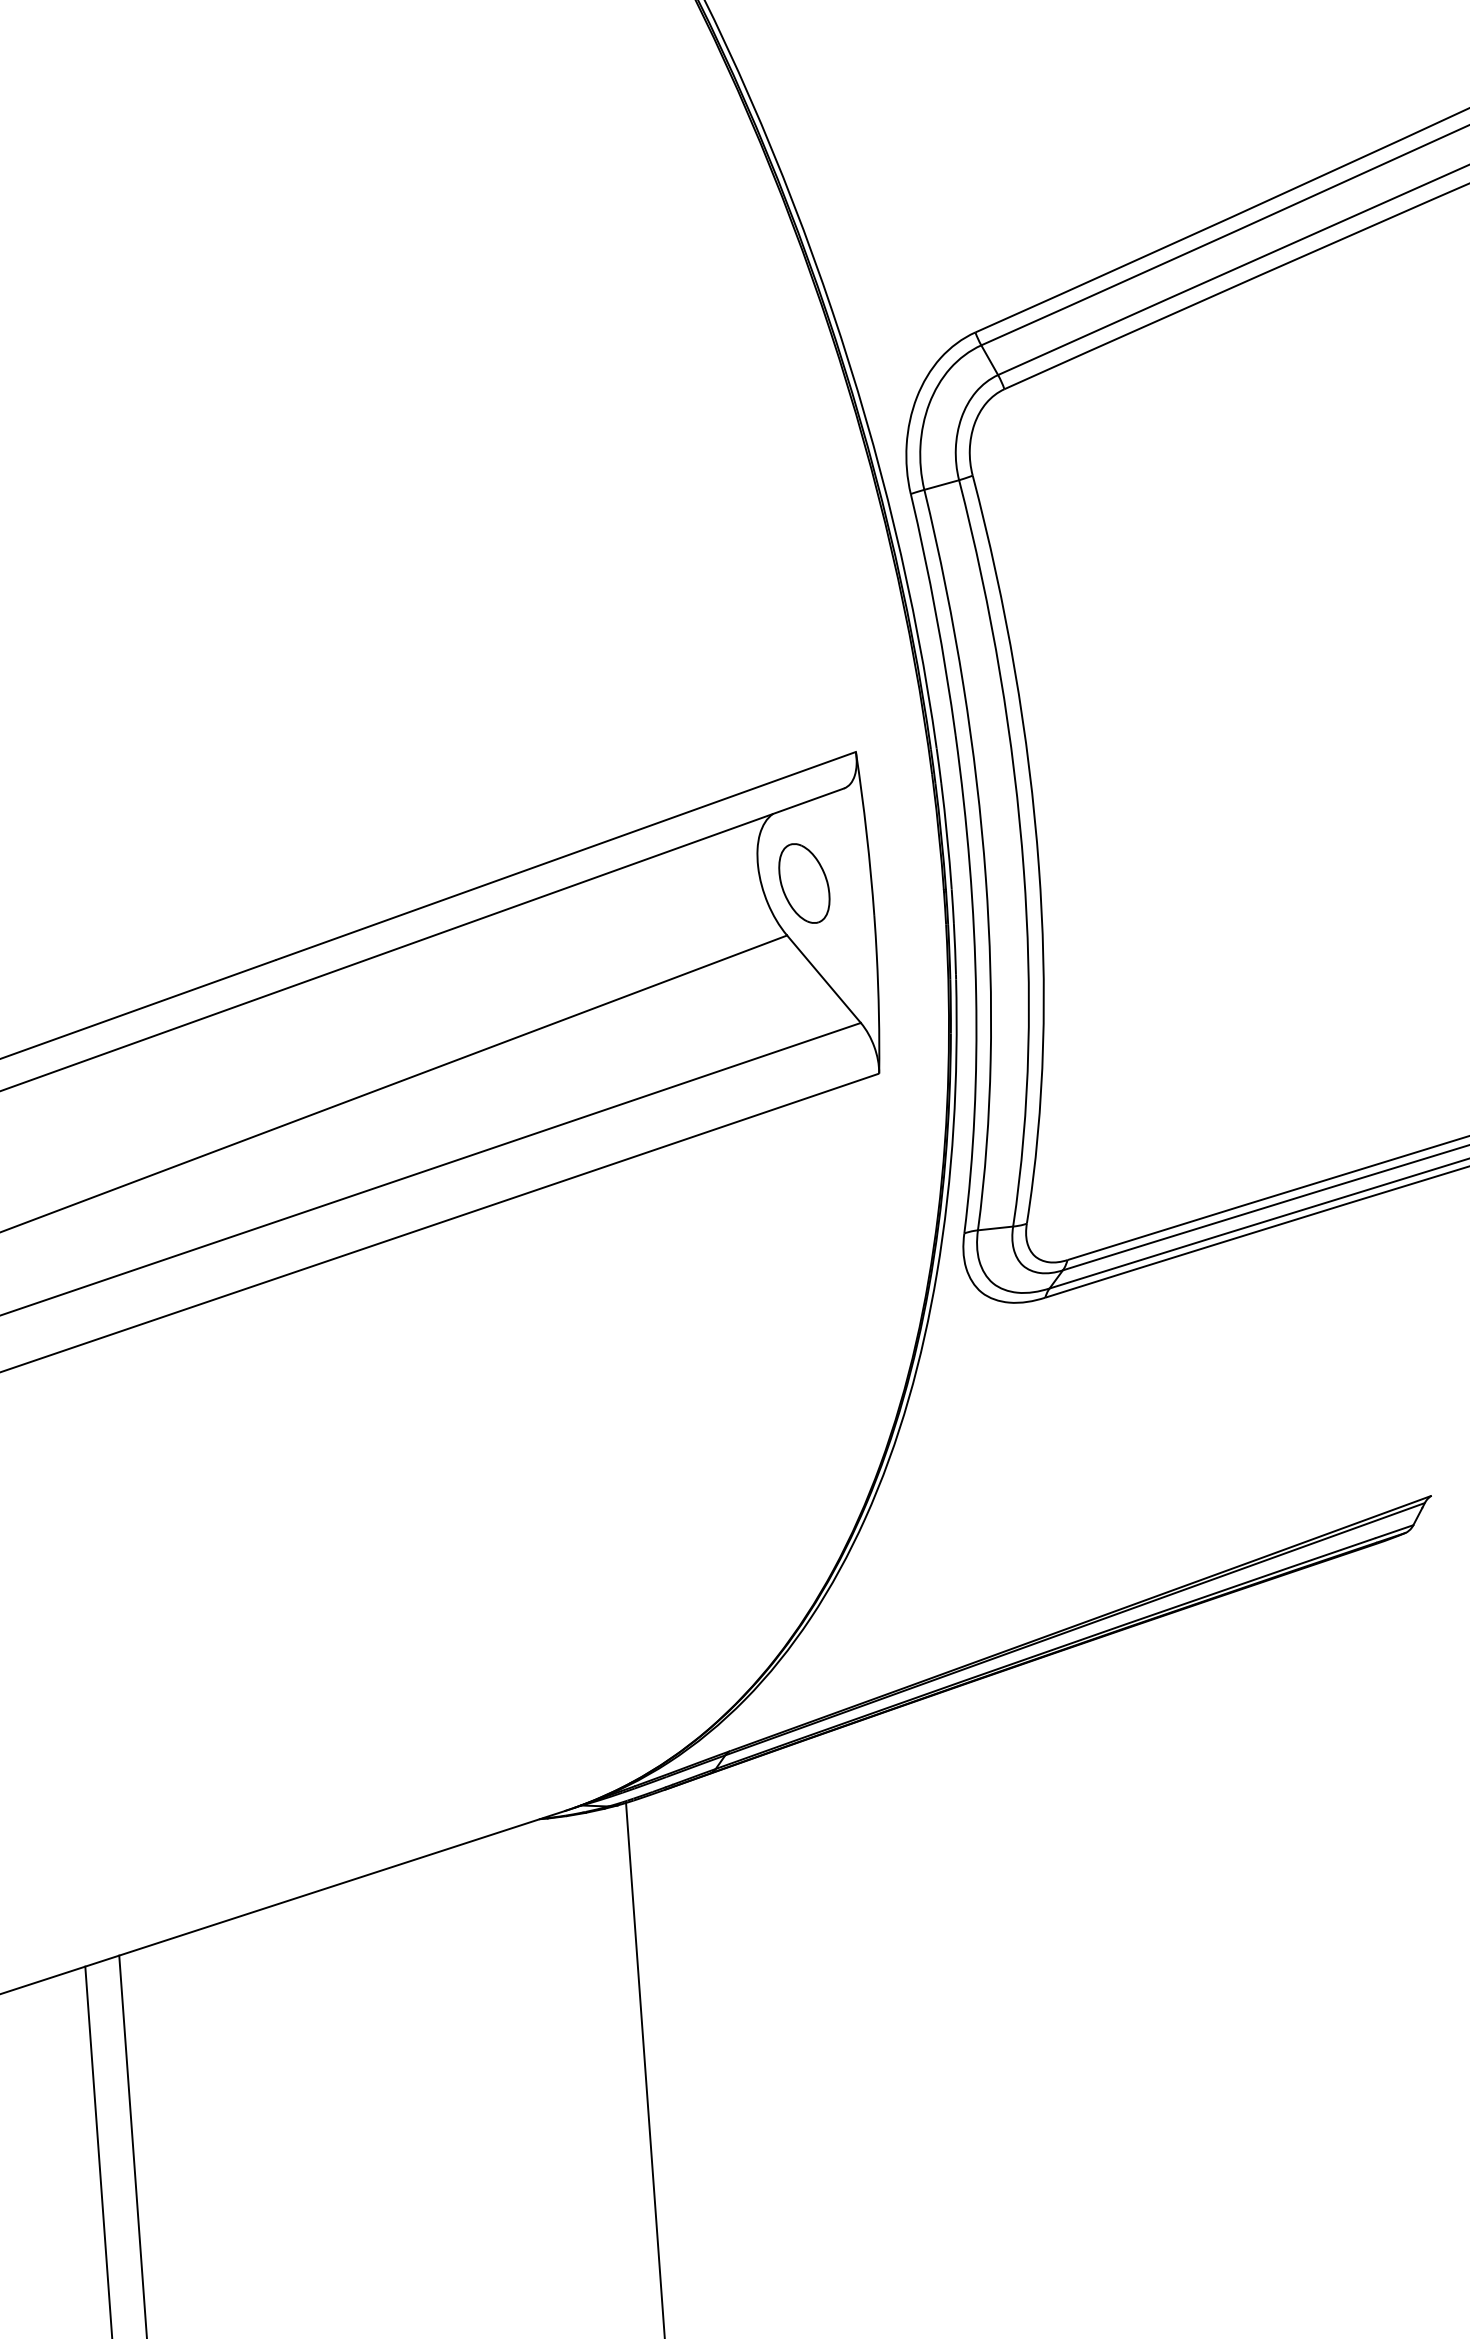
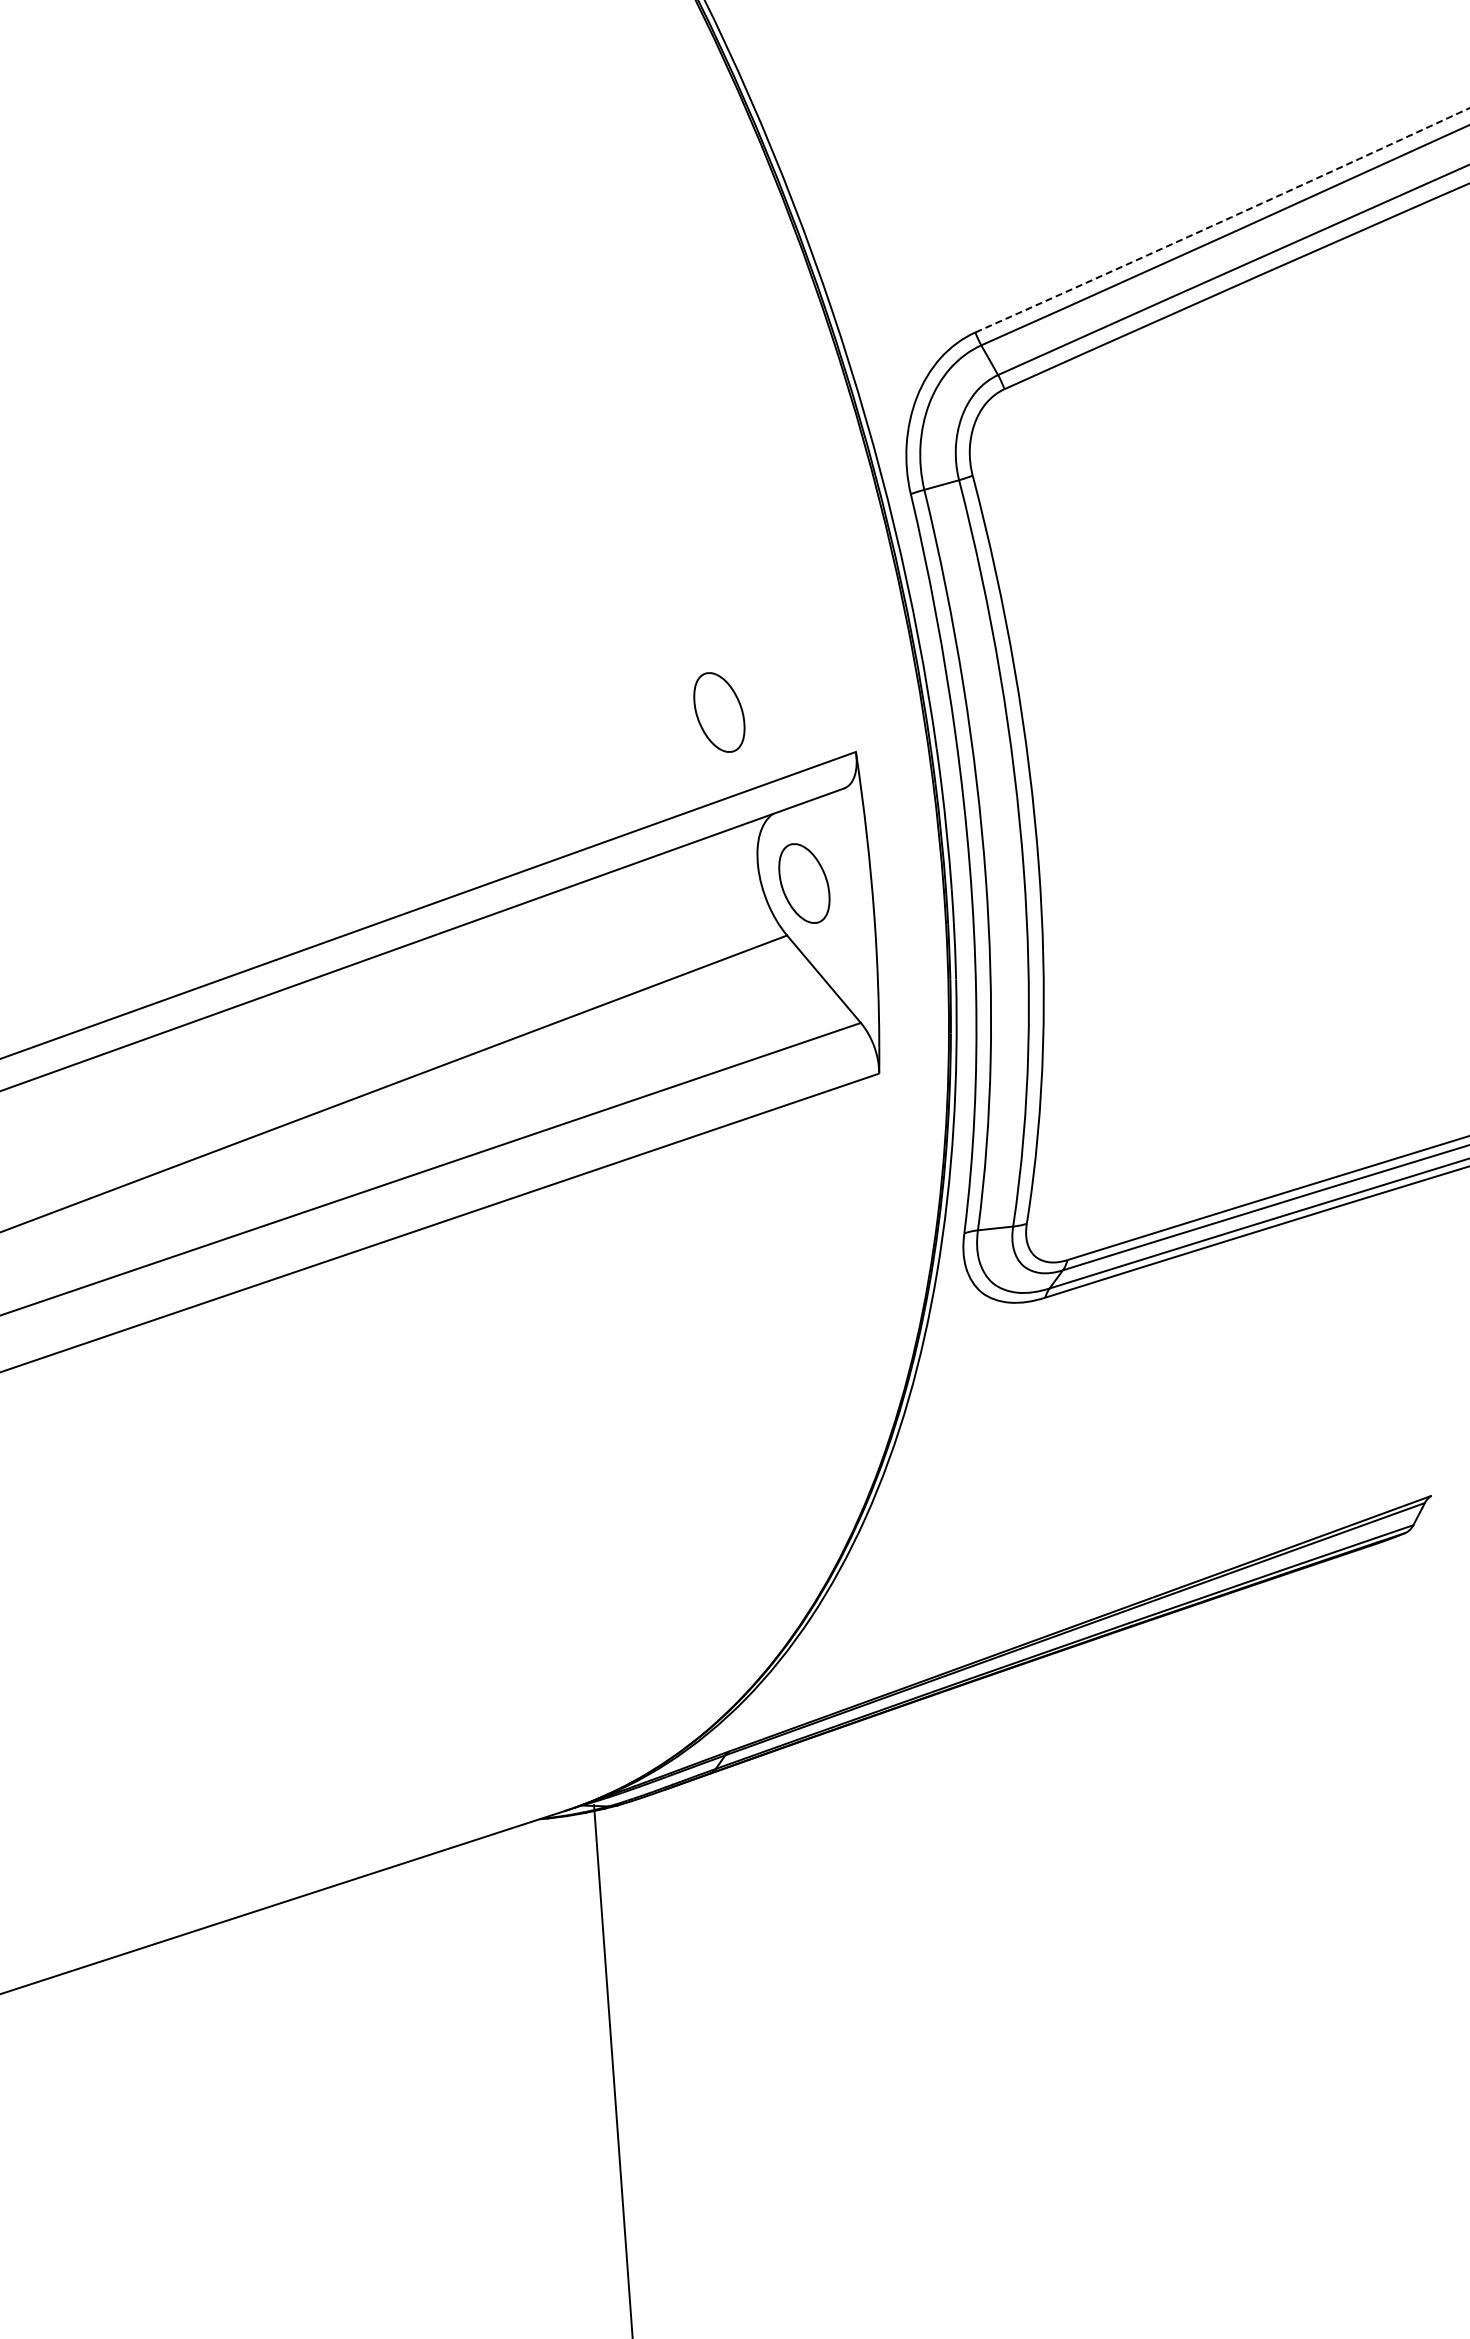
arc at (1223, 220): solid -> dashed
part at (719, 712): none -> present
line at (645, 2068) position: (645, 2068) -> (613, 2069)
line at (132, 2145): present -> none
line at (98, 2150): present -> none
